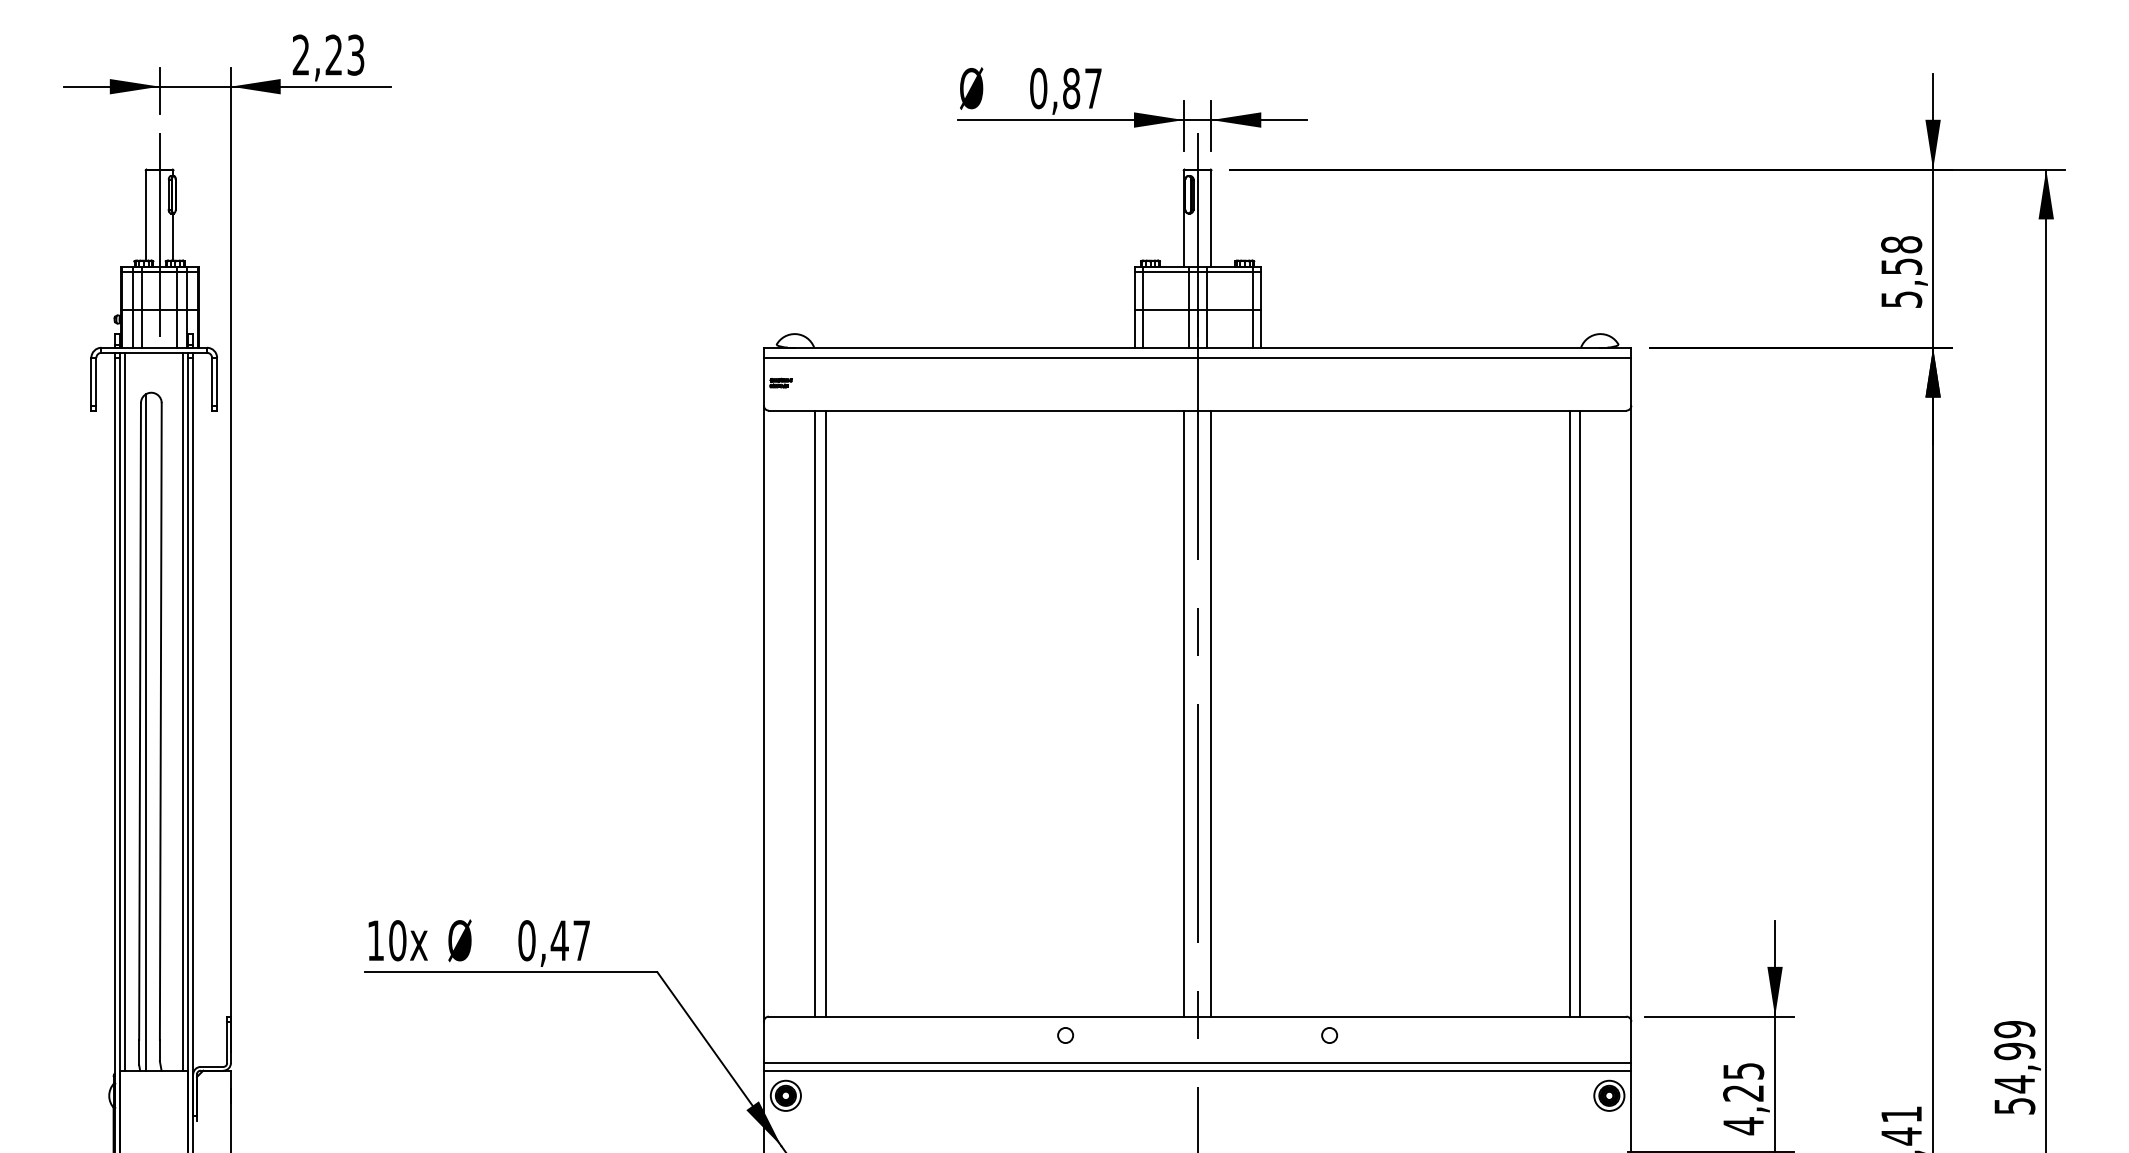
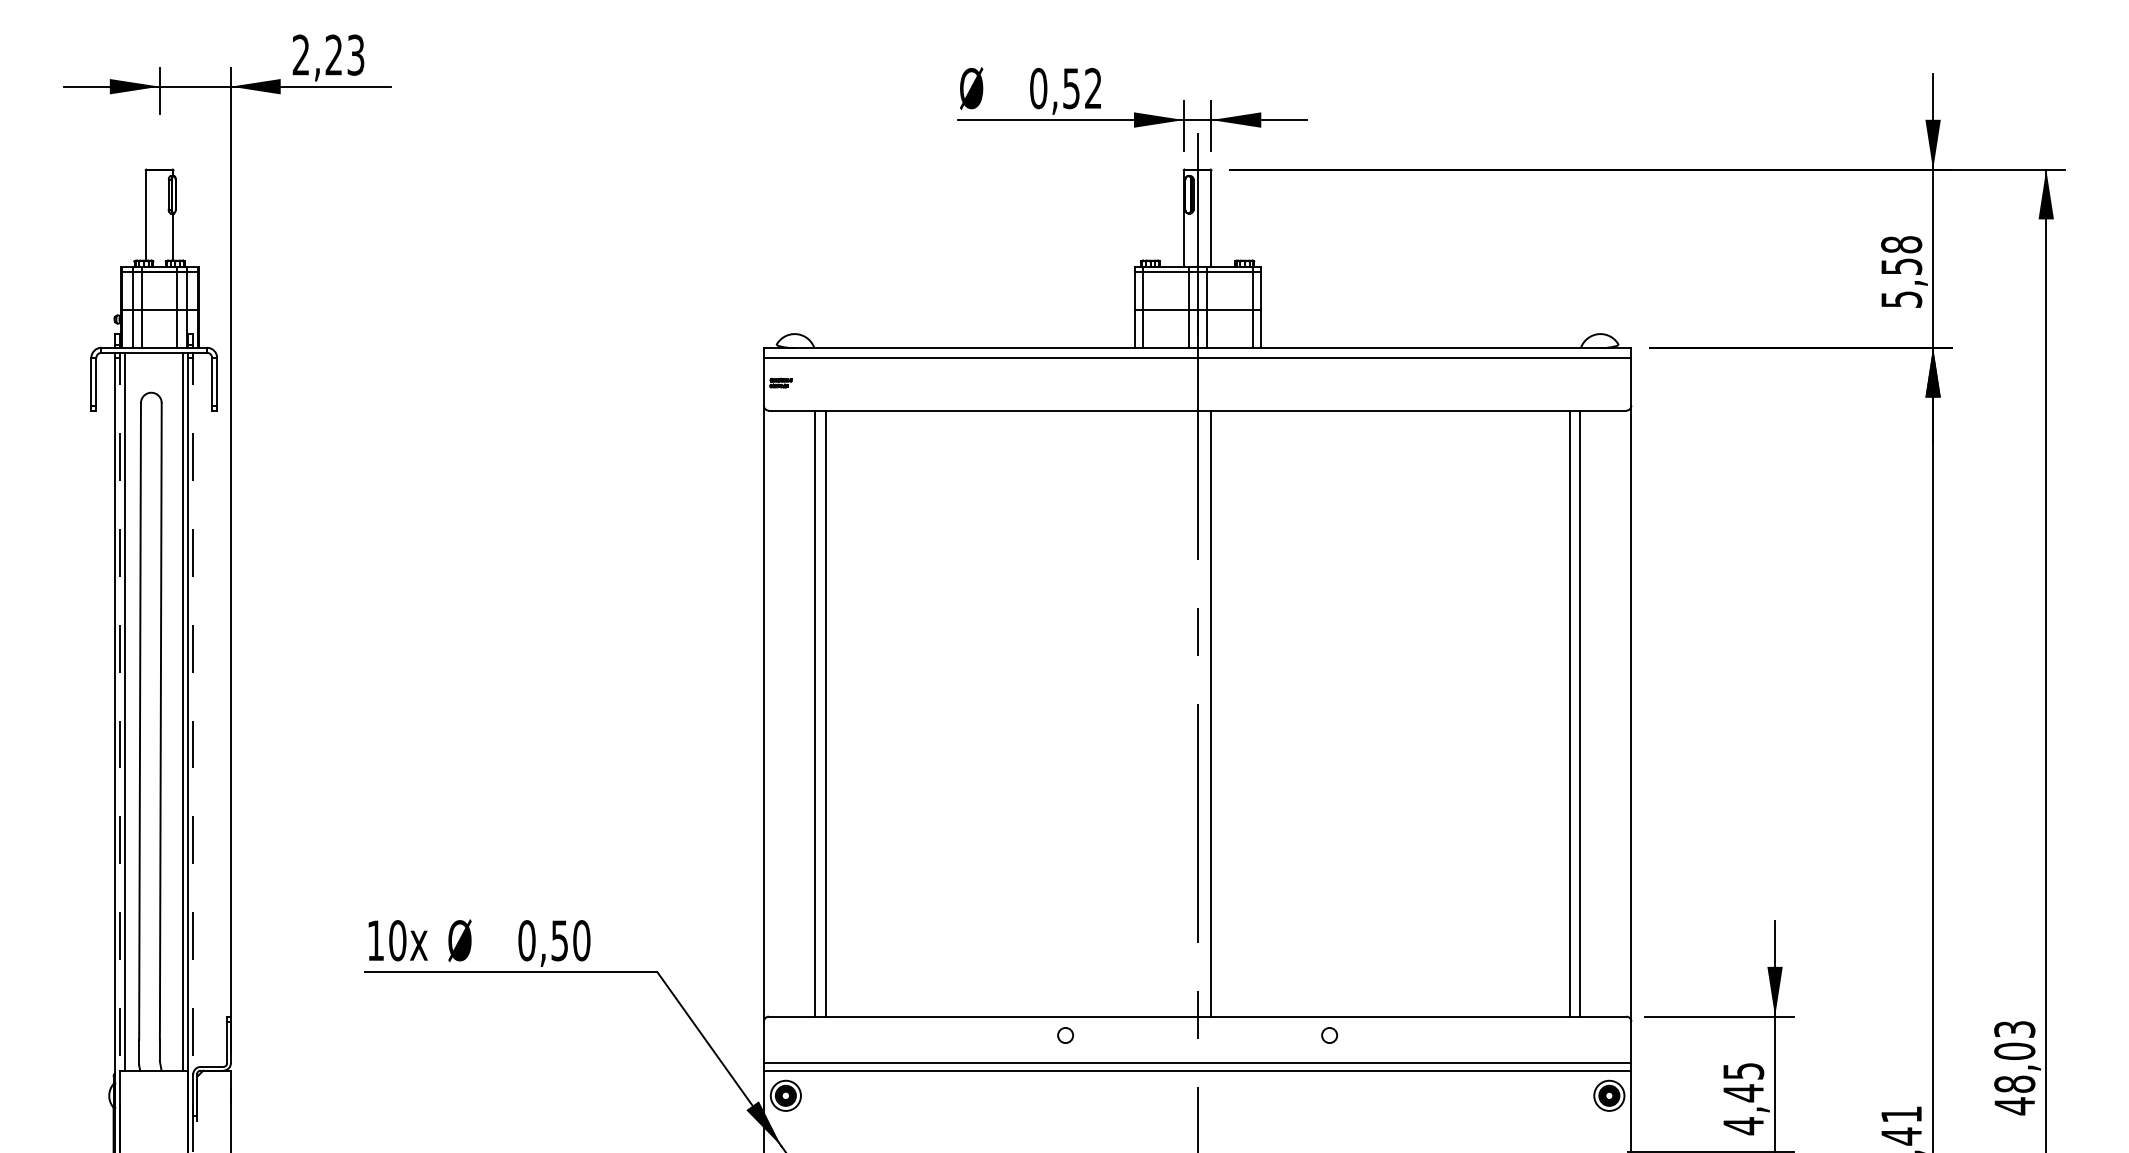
text at (1082, 88): 0,87 -> 0,52
line at (159, 234): present -> none
line at (1183, 713): present -> none
line at (145, 732): present -> none
line at (120, 754): solid -> dashed
line at (193, 754): solid -> dashed
text at (570, 940): 0,47 -> 0,50
text at (2014, 1068): 54,99 -> 48,03
text at (1743, 1093): 4,25 -> 4,45
